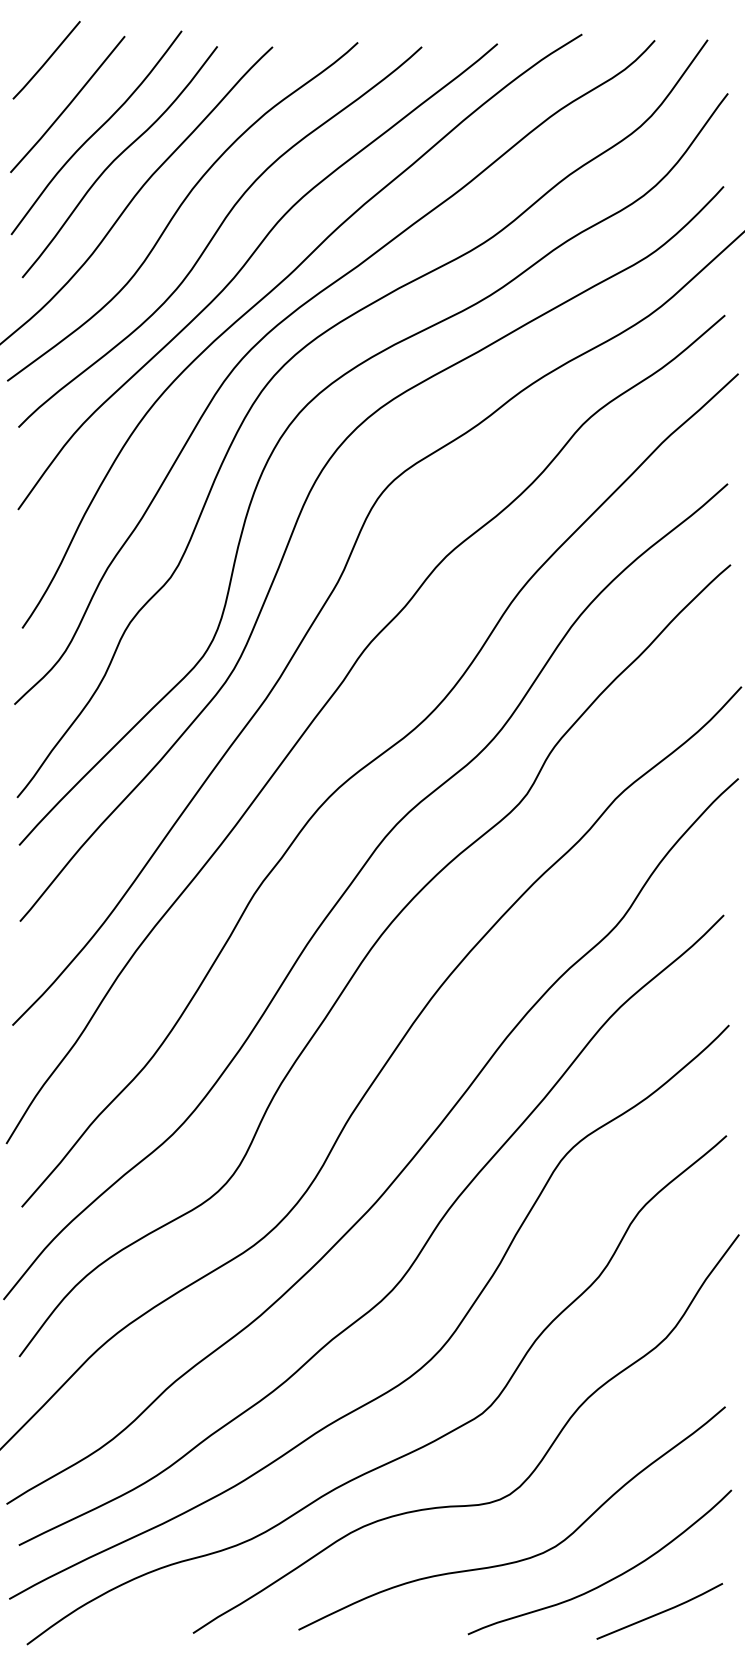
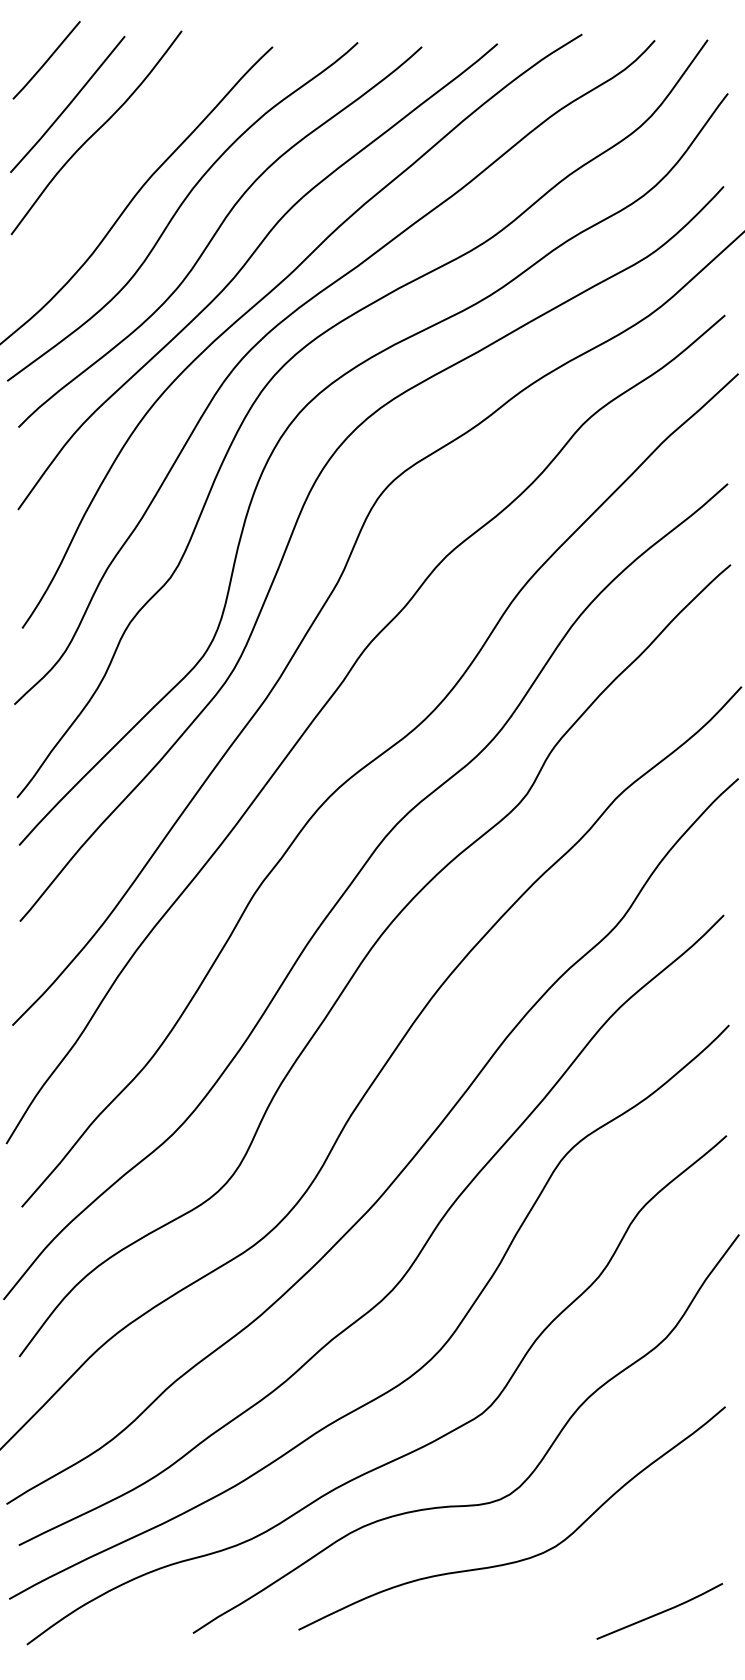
curve at (116, 159): present -> none
curve at (608, 1580): present -> none
